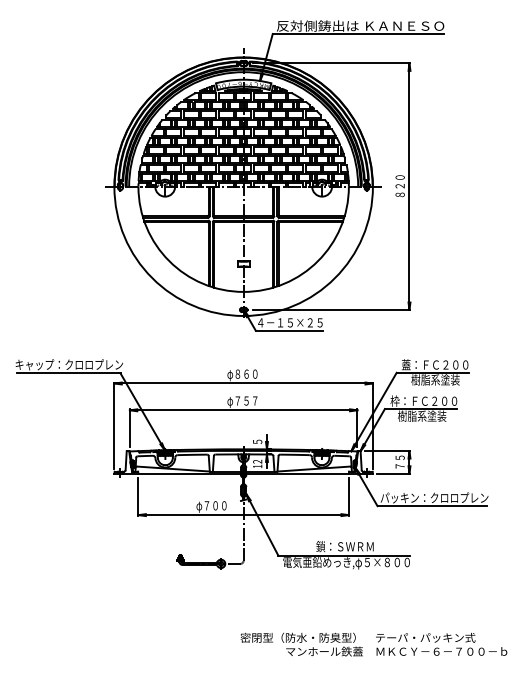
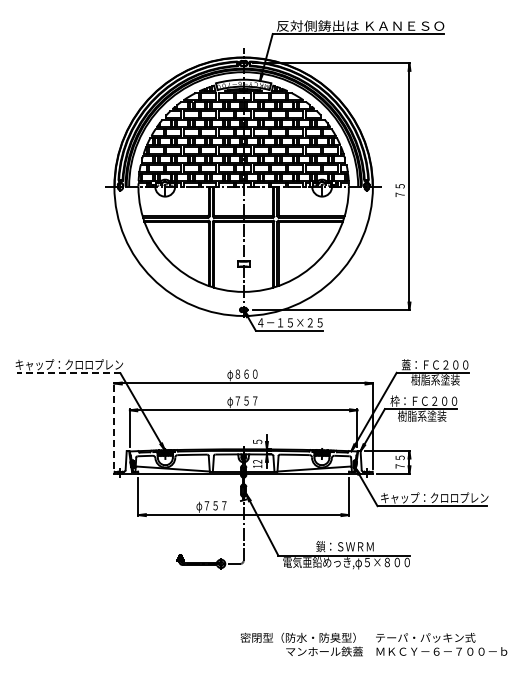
text at (399, 186): ８２０ -> ７５
line at (68, 373): solid -> dashed
line at (114, 425): solid -> dashed
text at (399, 497): パッキン：クロロプレン -> キャップ：クロロプレン
text at (219, 505): φ７００ -> φ７５７
